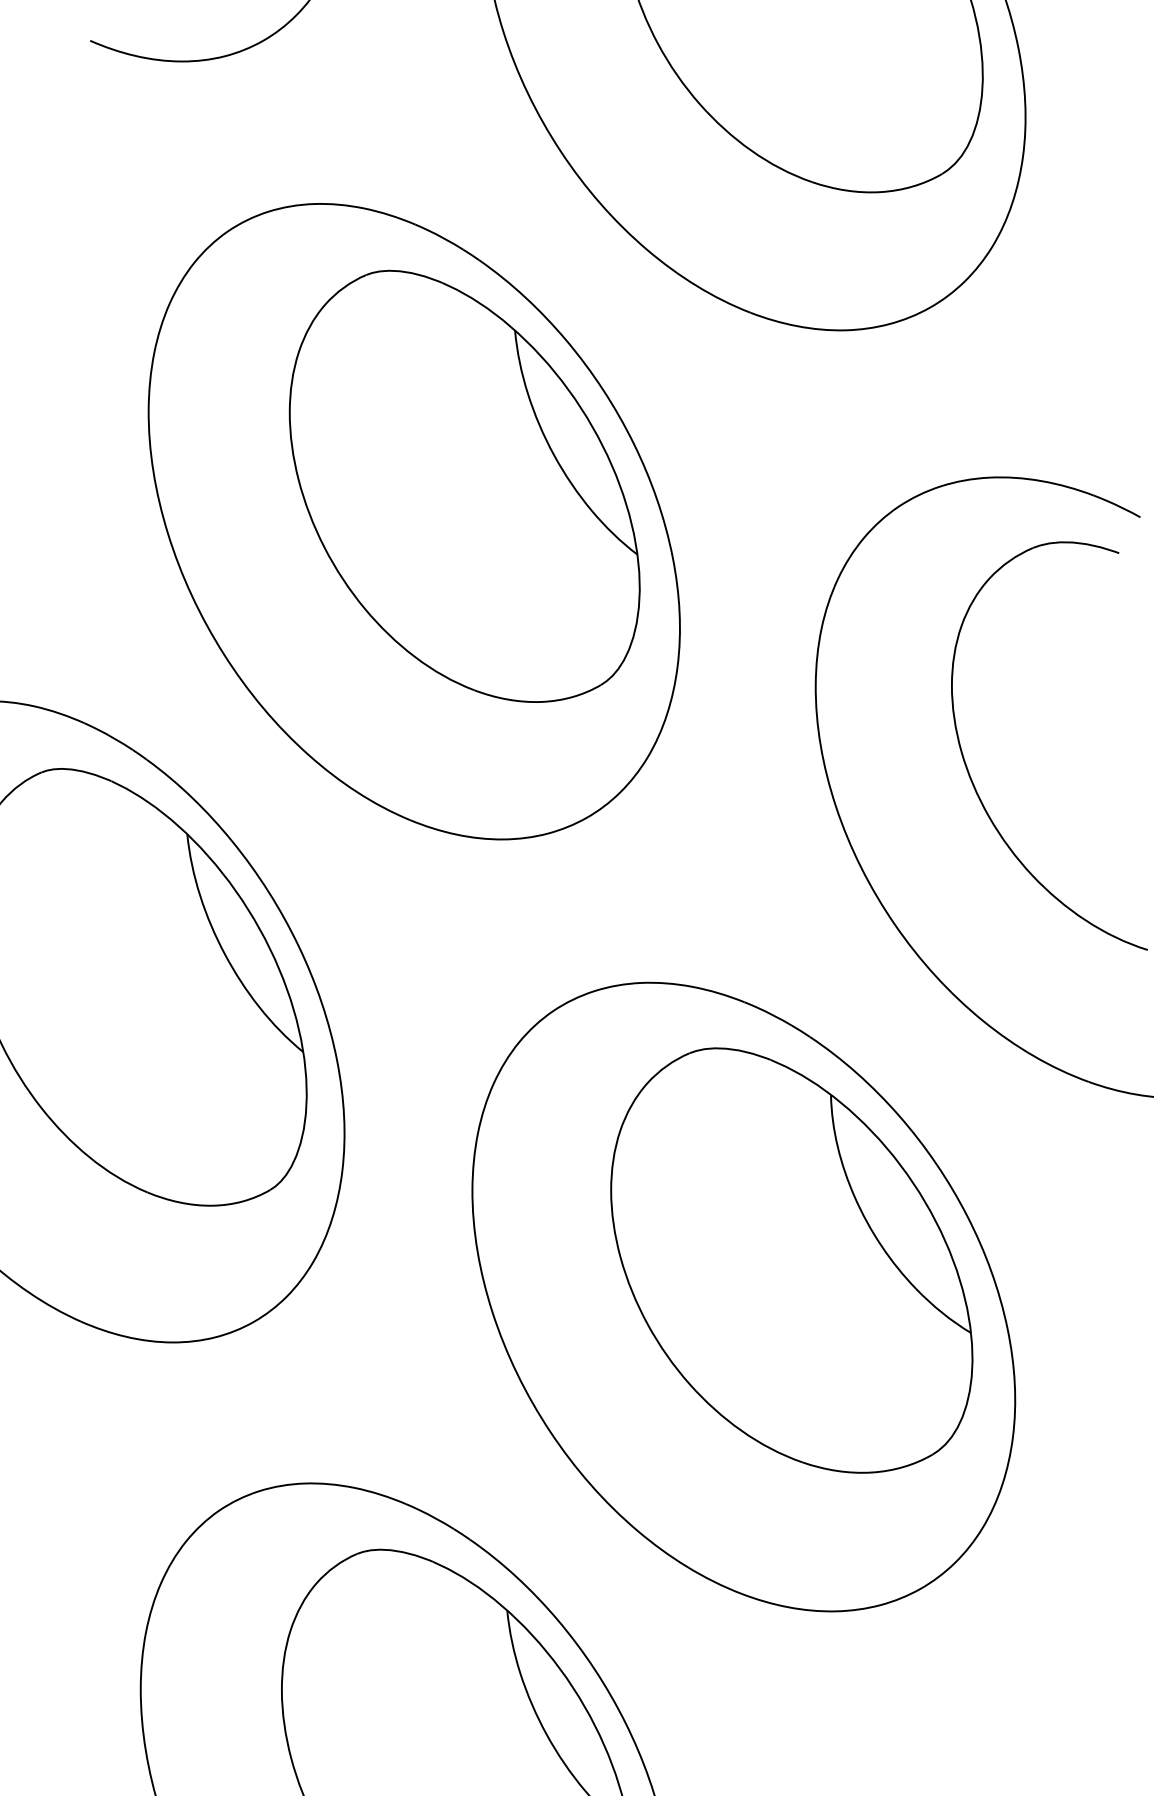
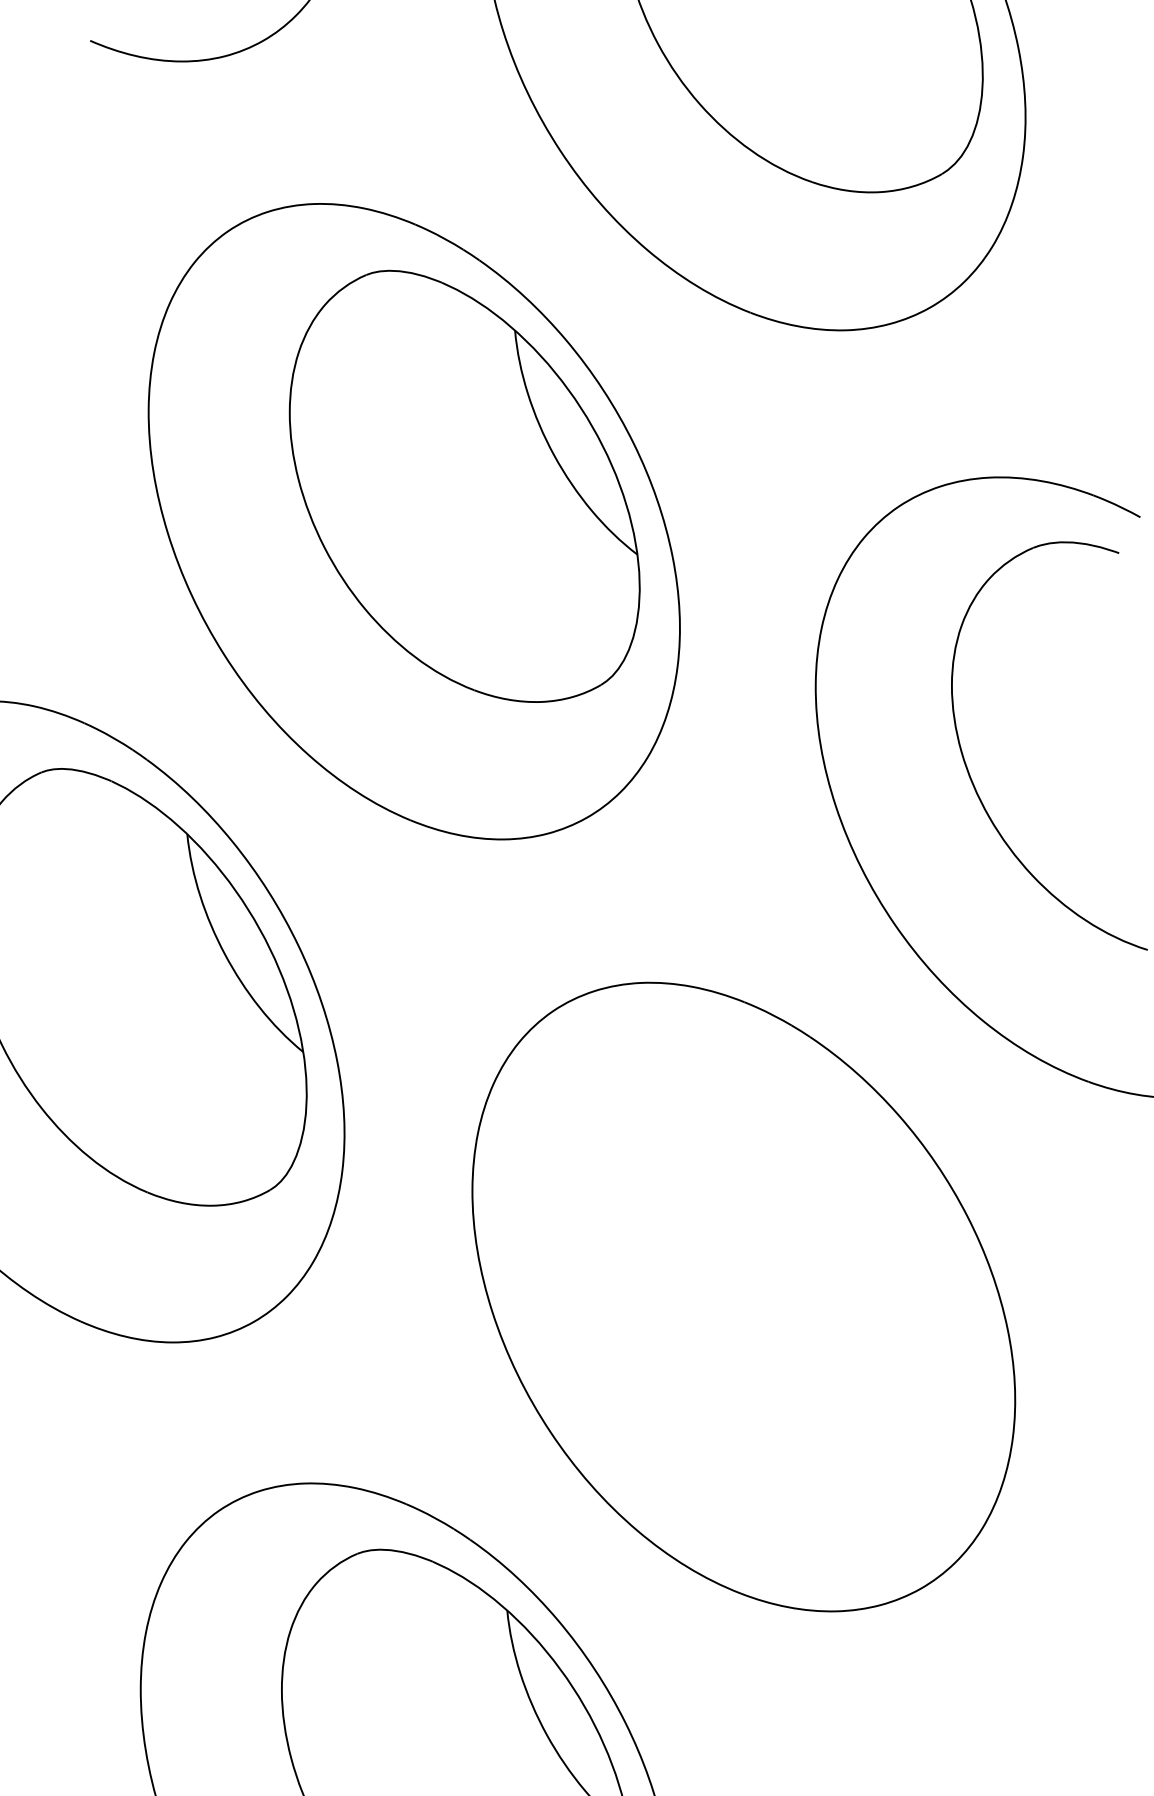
part at (791, 1260): present -> none
